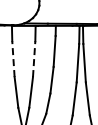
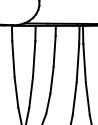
line at (13, 59): dashed -> solid
line at (34, 59): dashed -> solid
